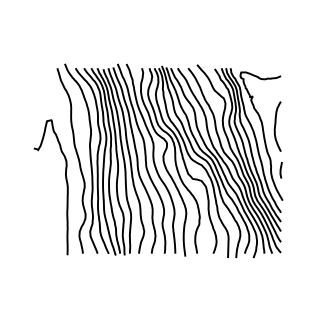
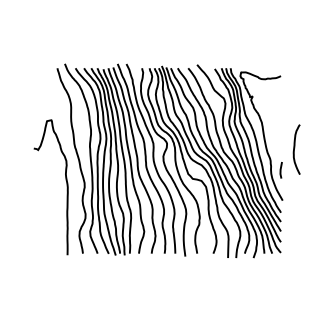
curve at (275, 126) position: (275, 126) -> (294, 149)
